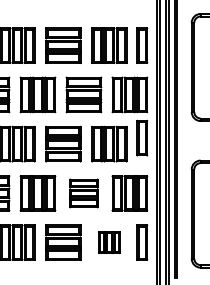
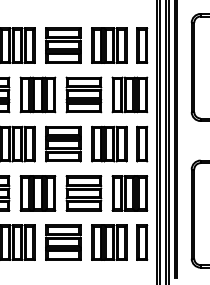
part at (142, 137) position: (142, 137) -> (142, 143)
part at (83, 193) size: 30x31 px -> 38x37 px
part at (109, 242) size: 23x23 px -> 37x37 px
